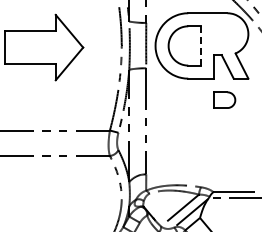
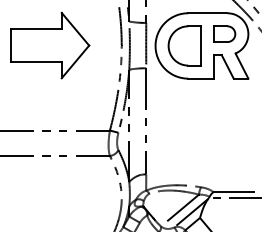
line at (201, 45): dashed -> solid
part at (44, 47) position: (44, 47) -> (50, 45)
part at (224, 99) position: (224, 99) -> (224, 33)
